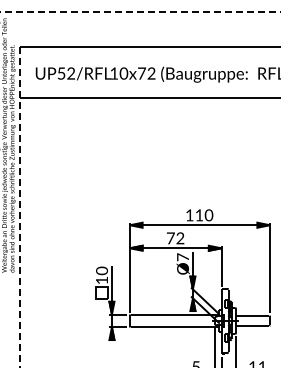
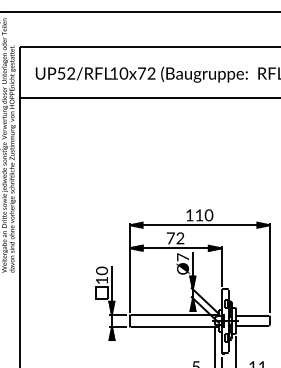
line at (140, 12): dashed -> solid
line at (20, 207): dashed -> solid
